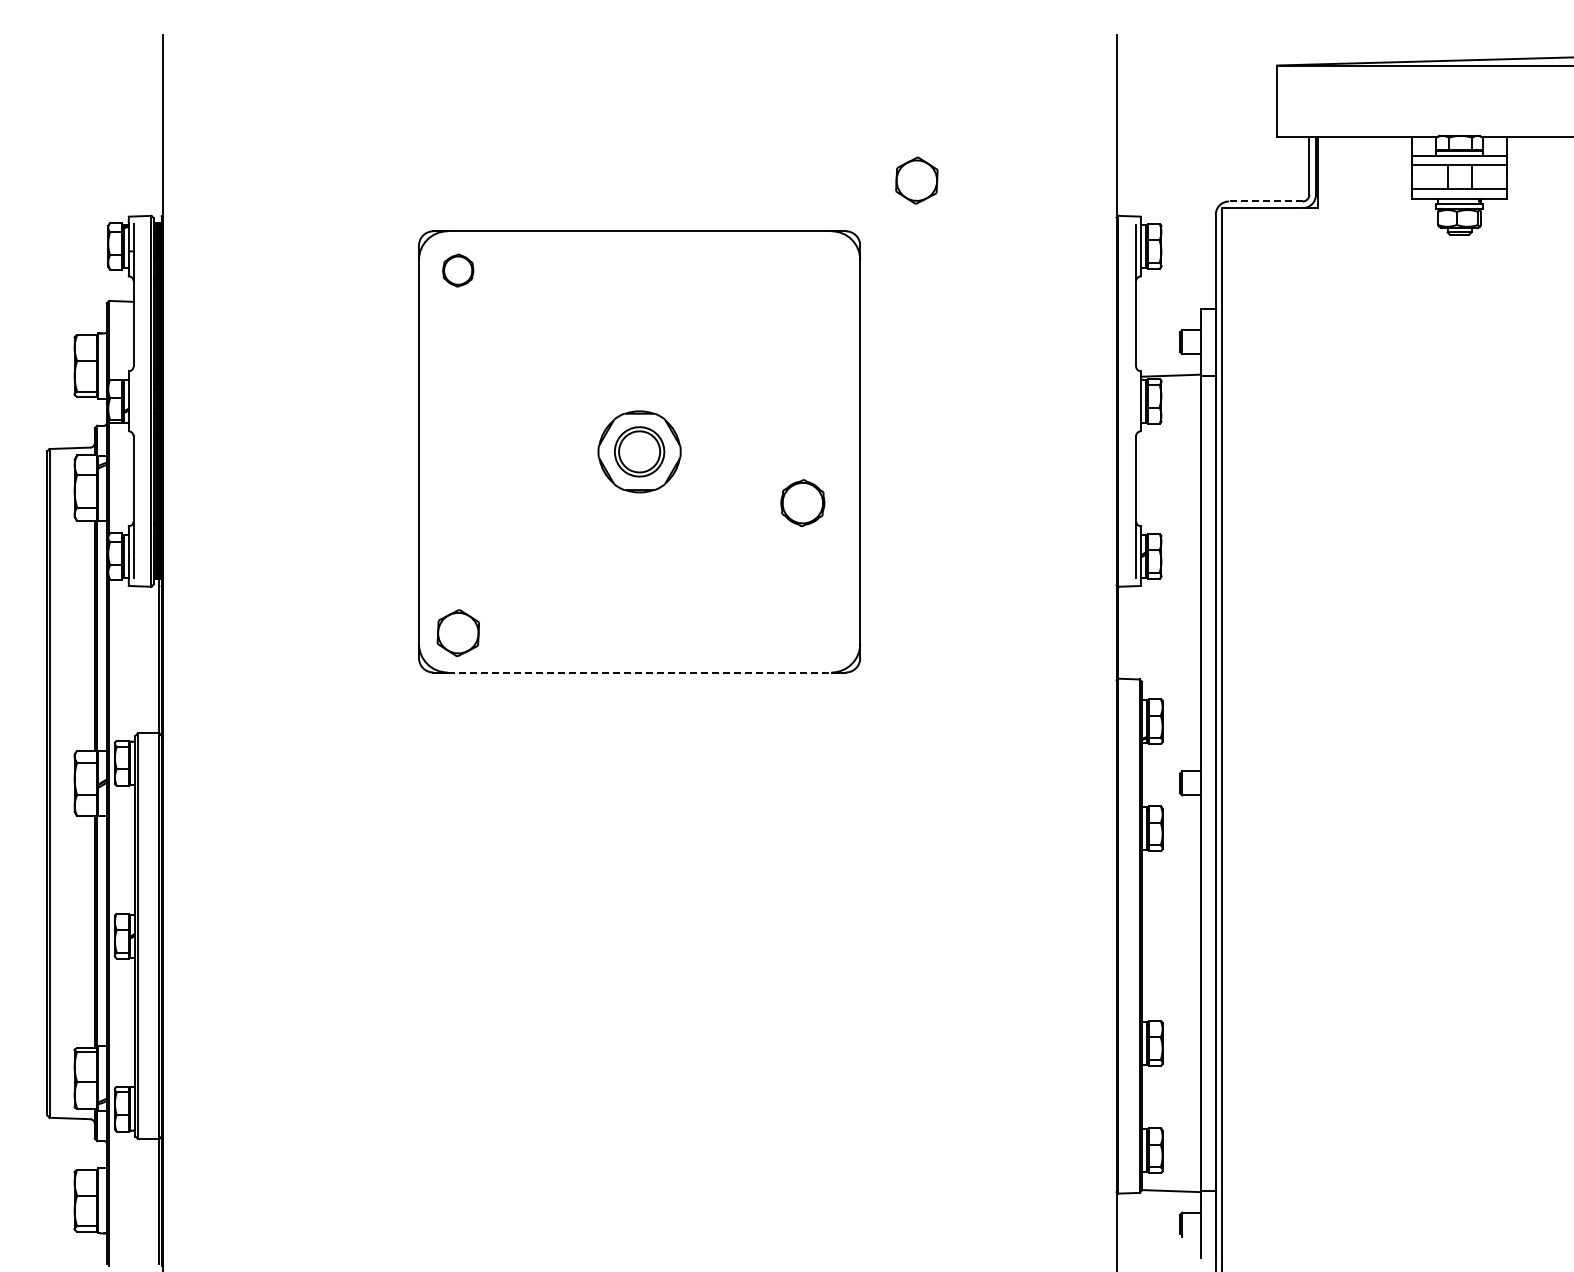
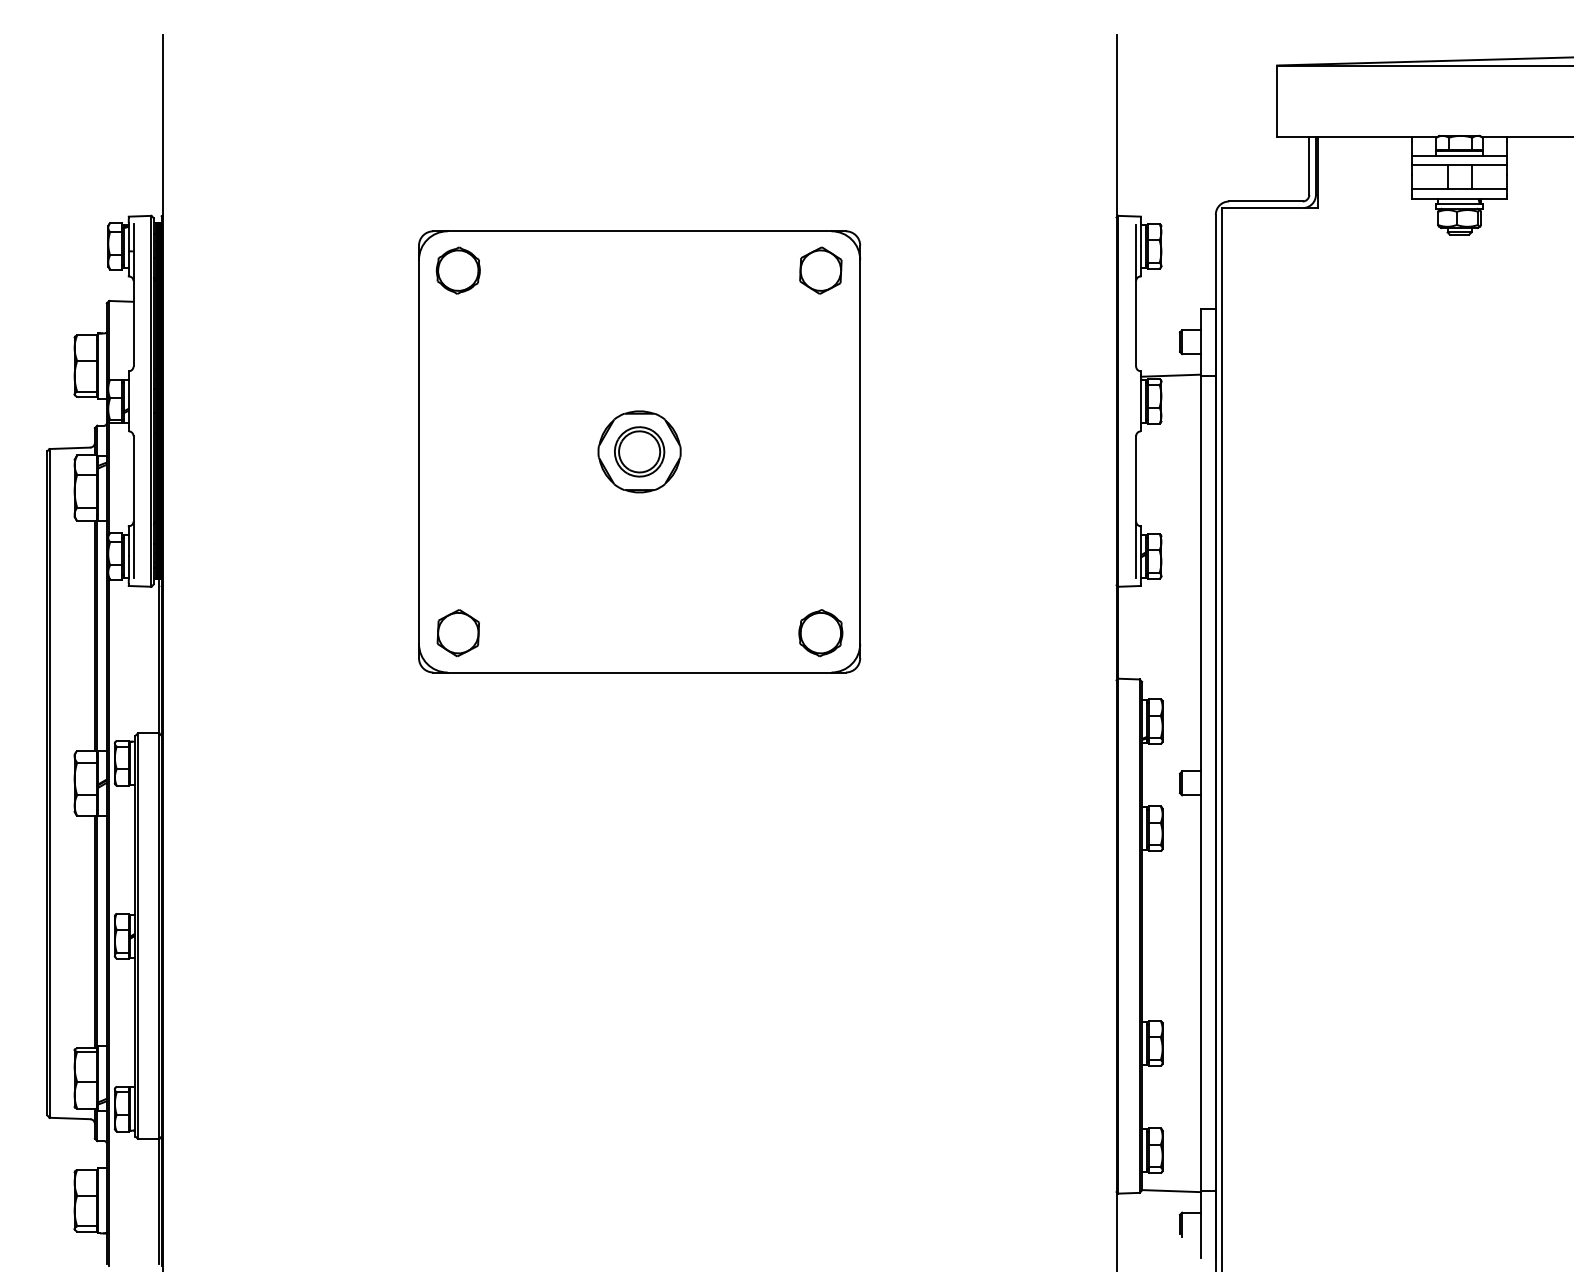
part at (916, 180) position: (916, 180) -> (820, 270)
line at (1265, 201): dashed -> solid
part at (458, 270) size: 33x35 px -> 46x49 px
part at (802, 503) position: (802, 503) -> (820, 633)
line at (639, 672): dashed -> solid
